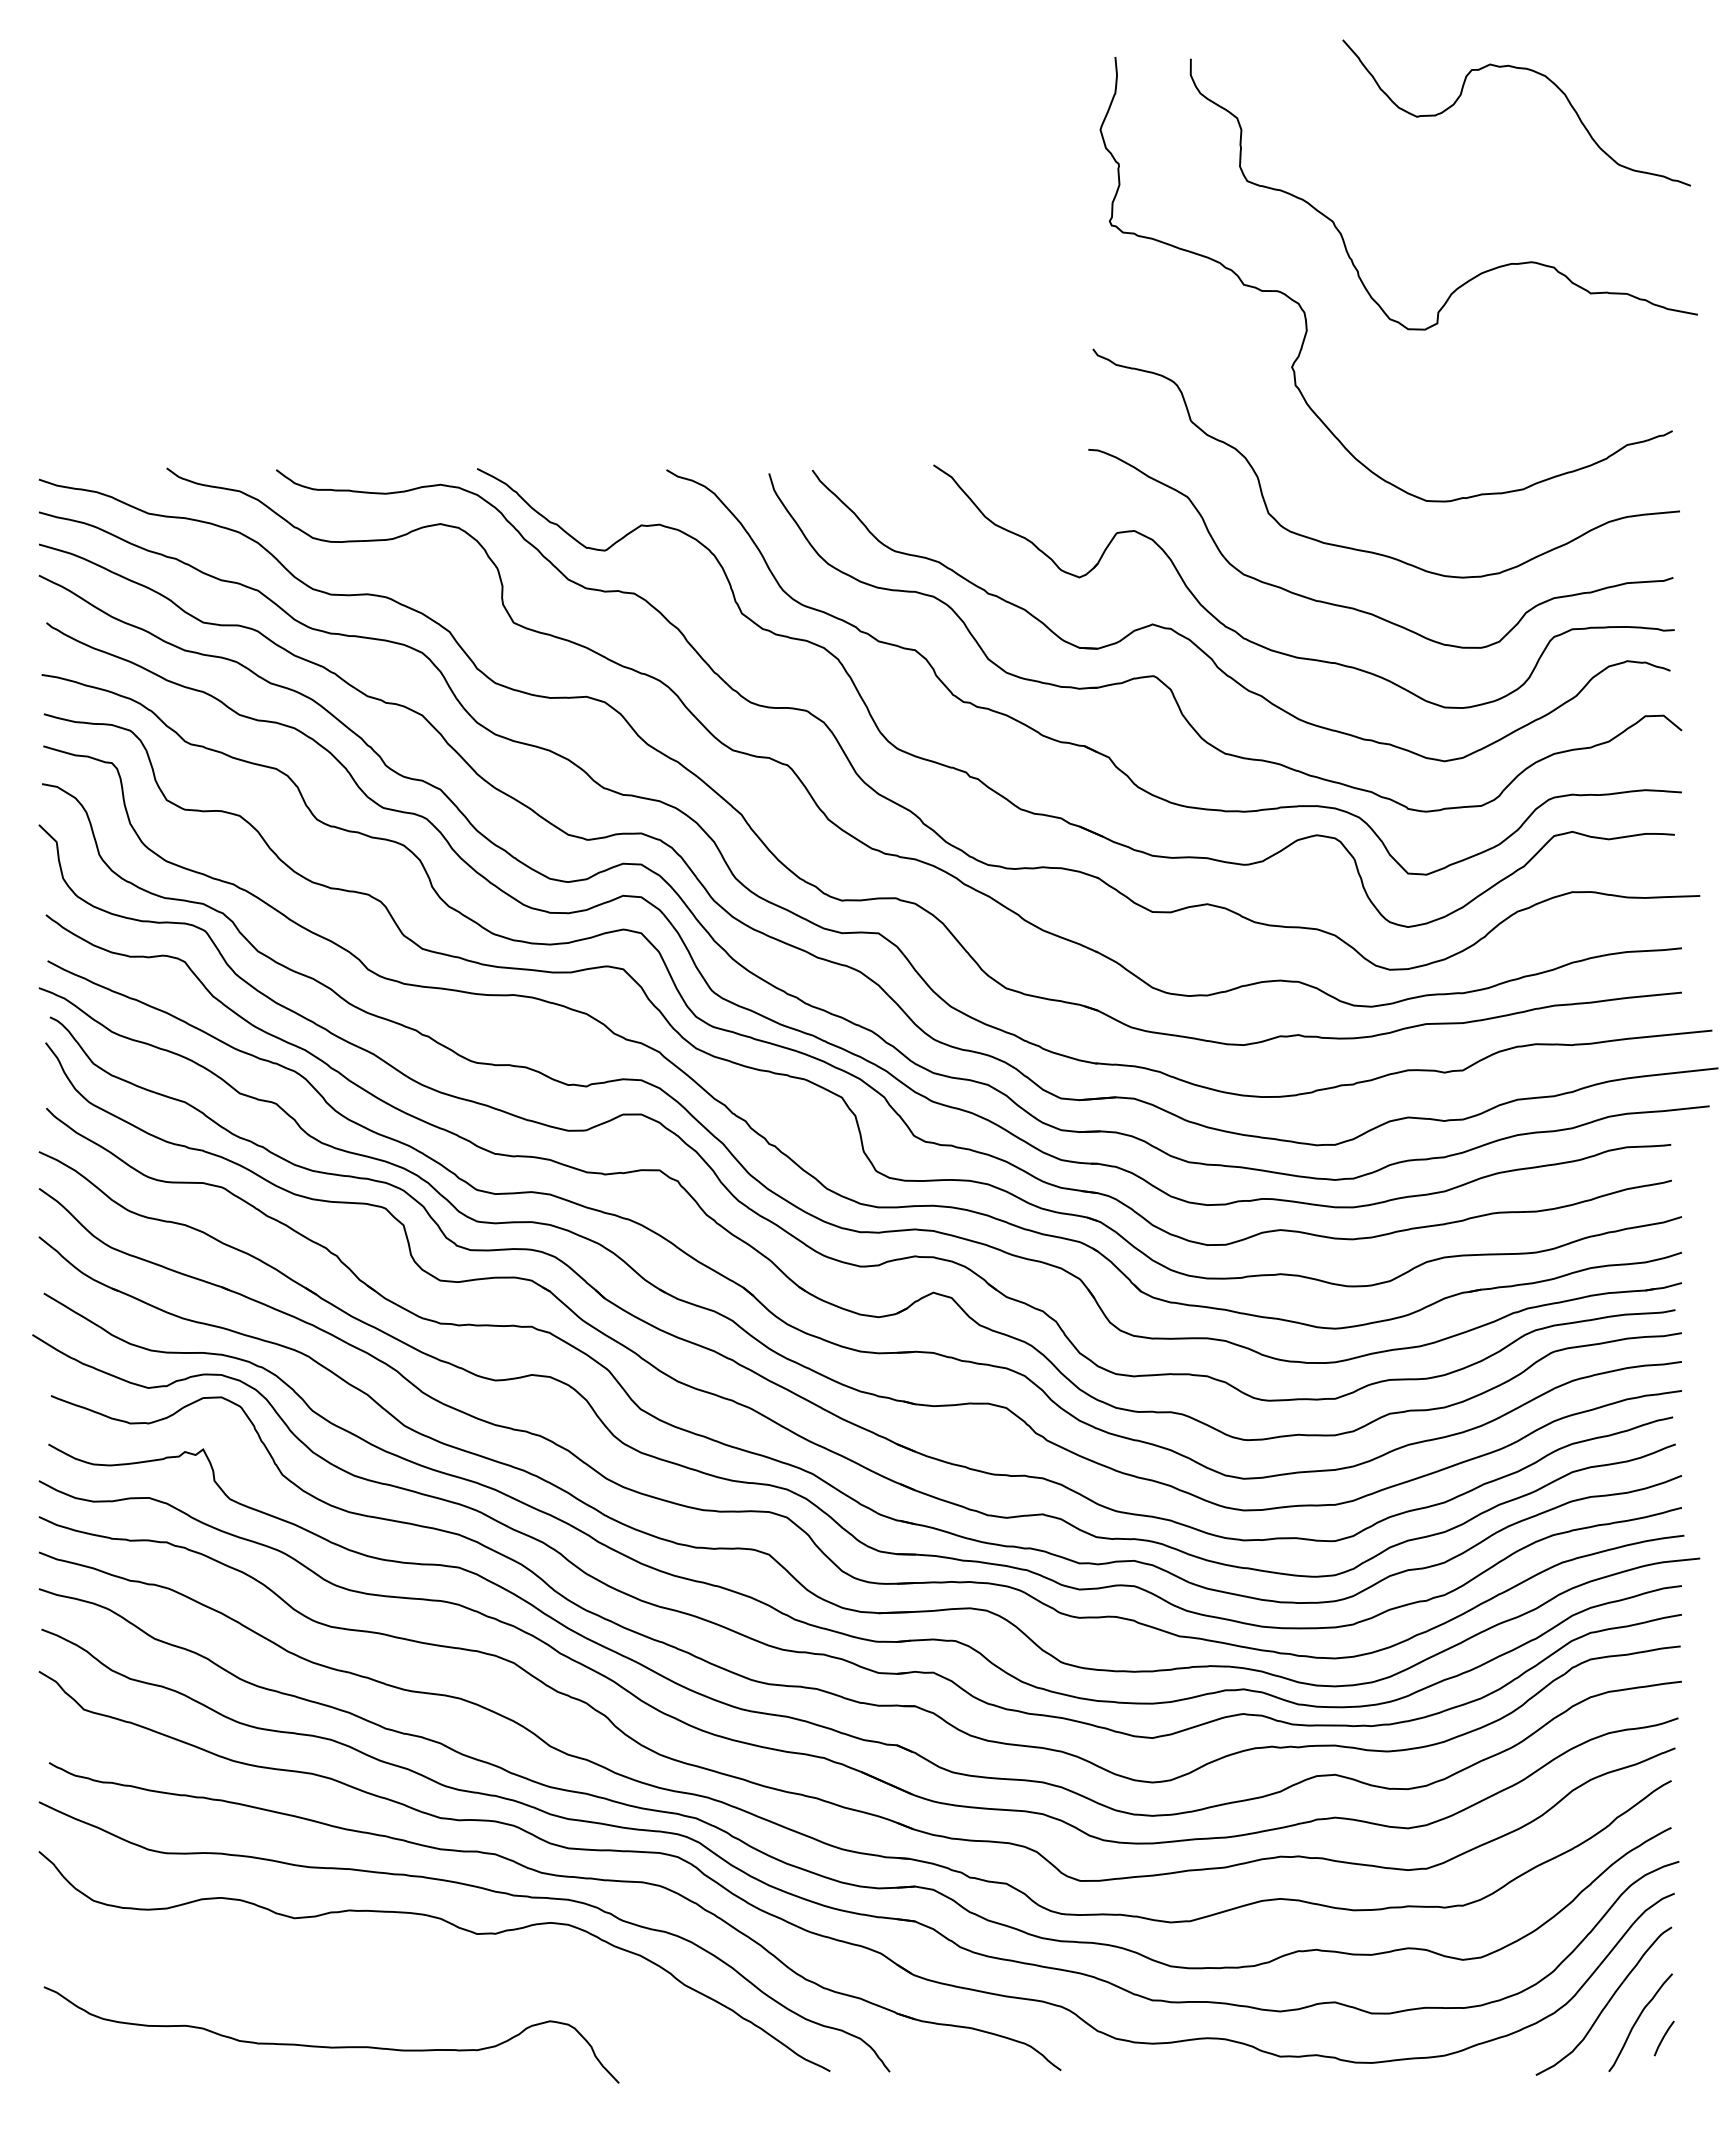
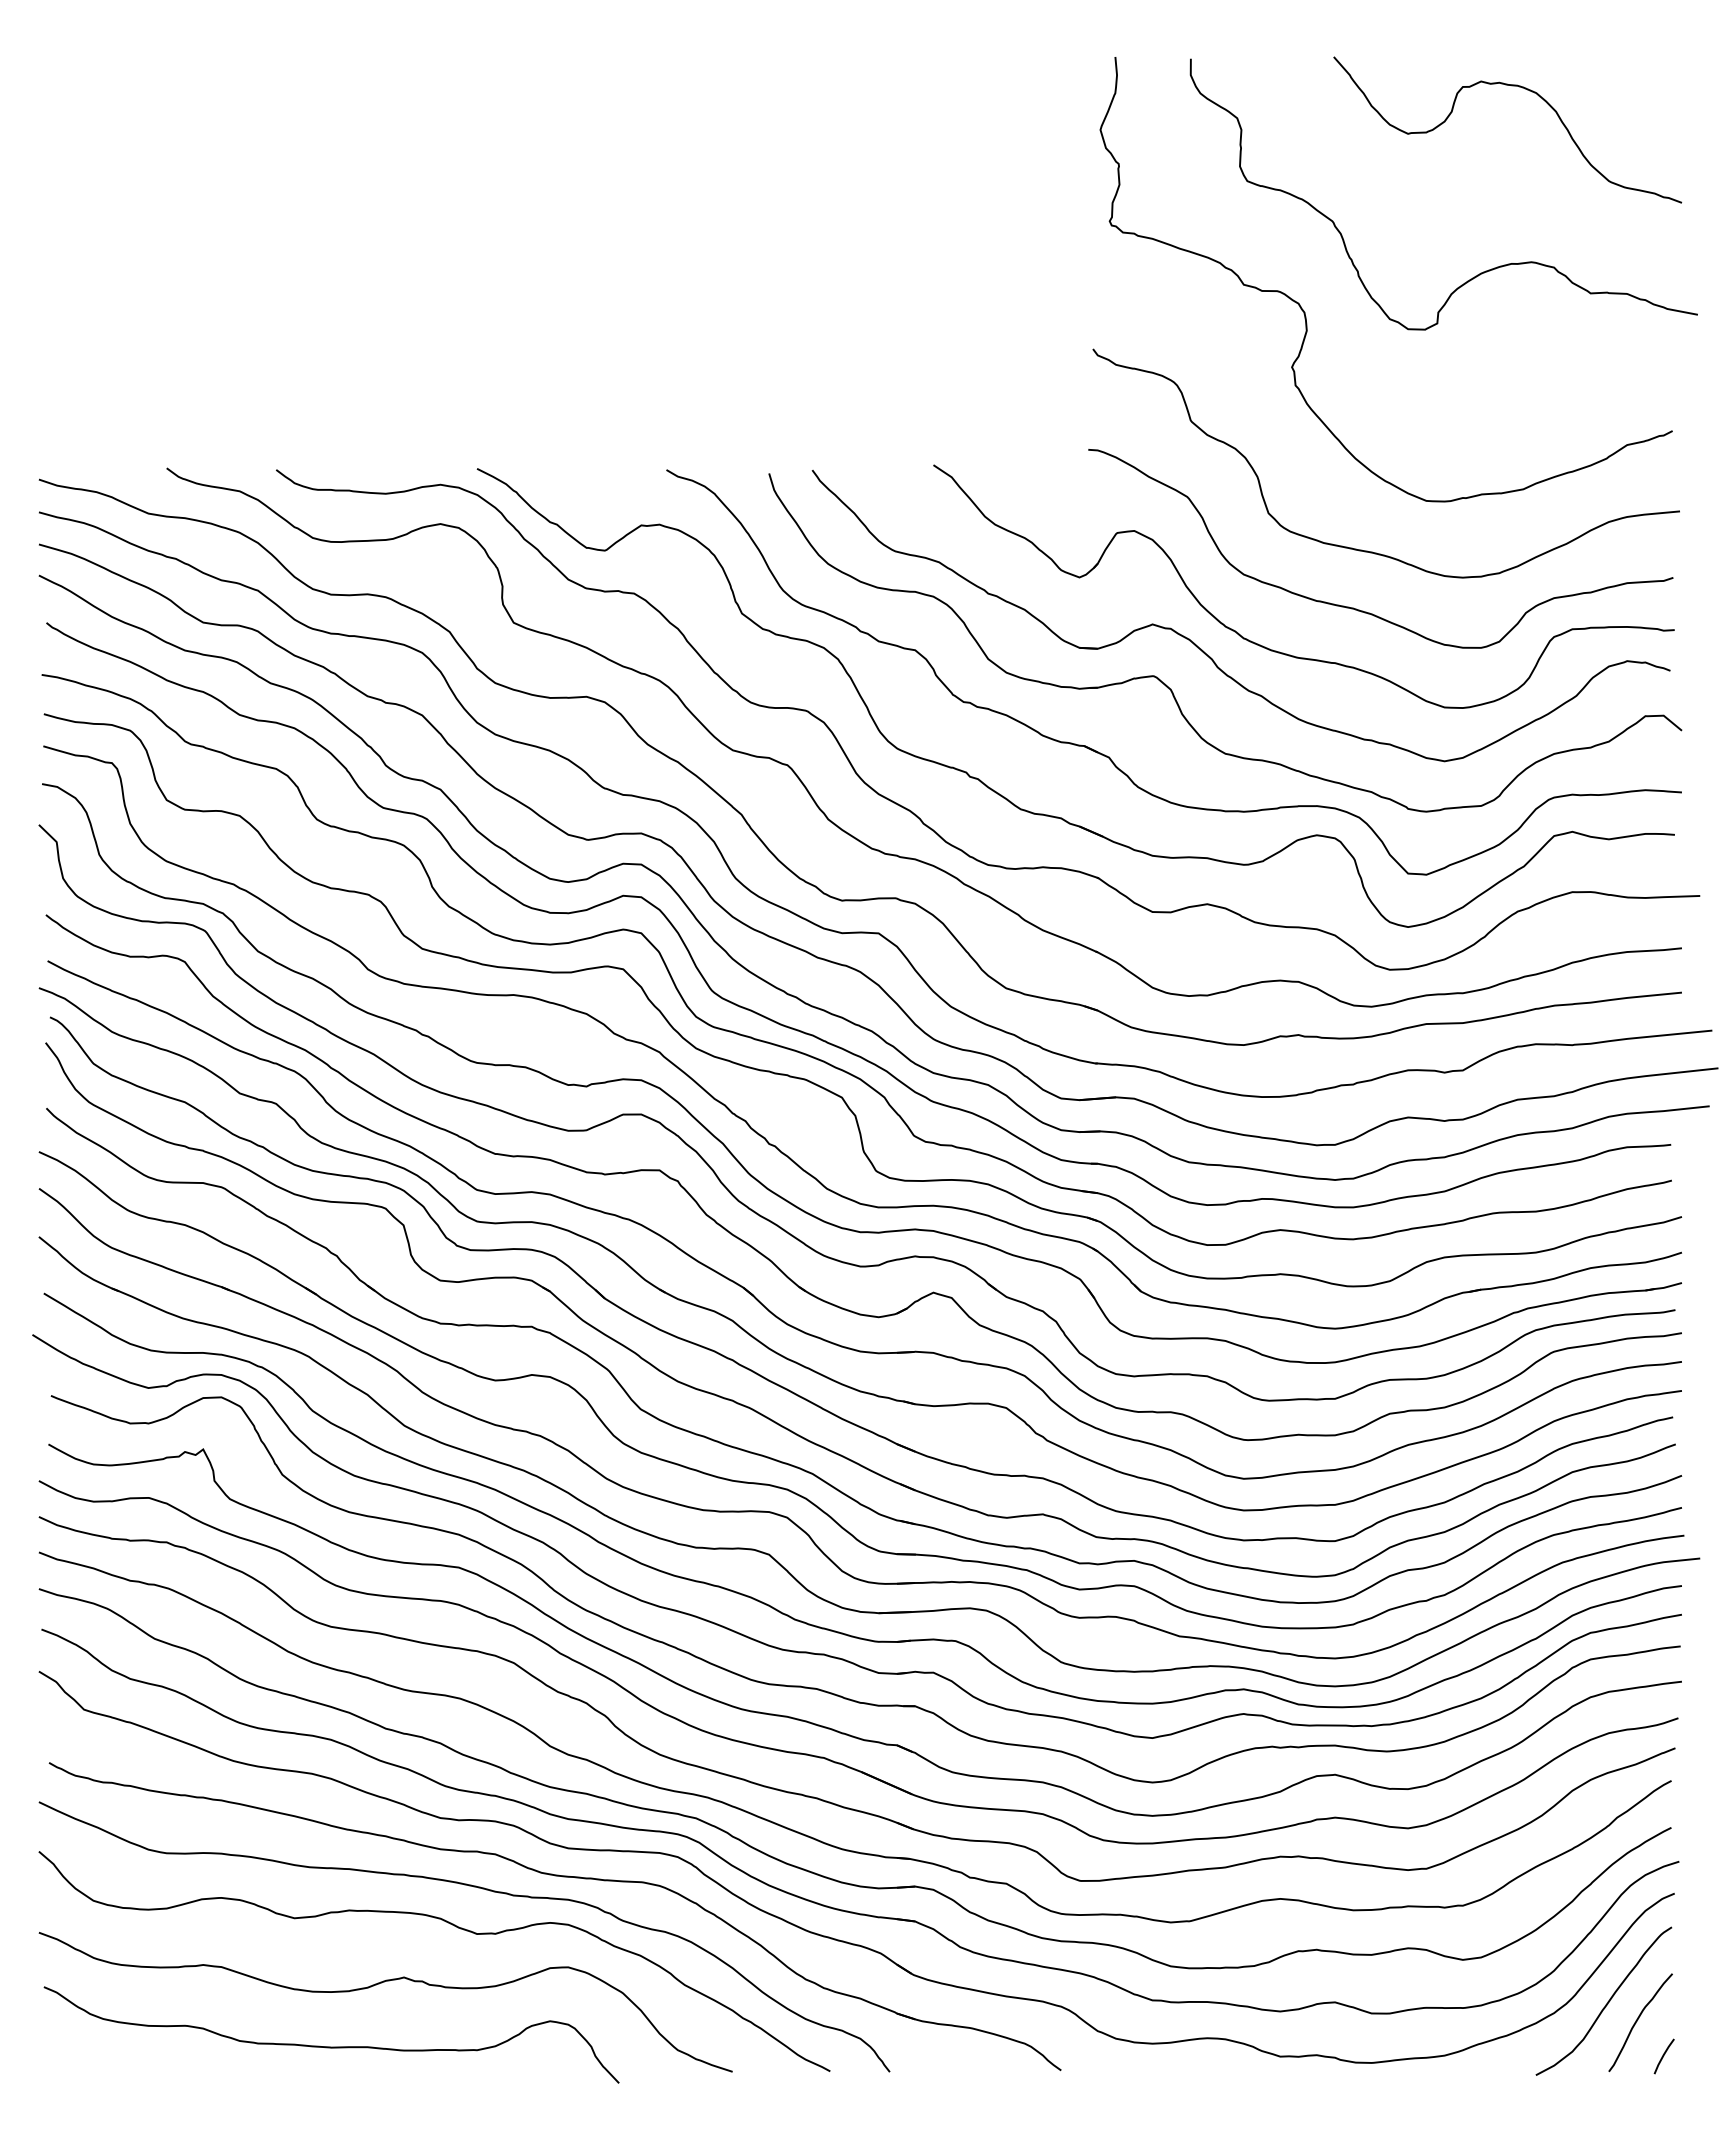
curve at (1520, 69) position: (1520, 69) -> (1511, 86)
curve at (379, 1984): none -> present
line at (1663, 2038) position: (1663, 2038) -> (1663, 2056)
